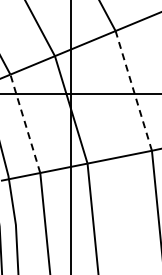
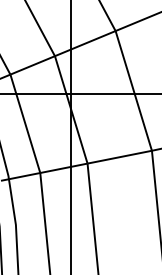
line at (133, 90): dashed -> solid
line at (25, 123): dashed -> solid
